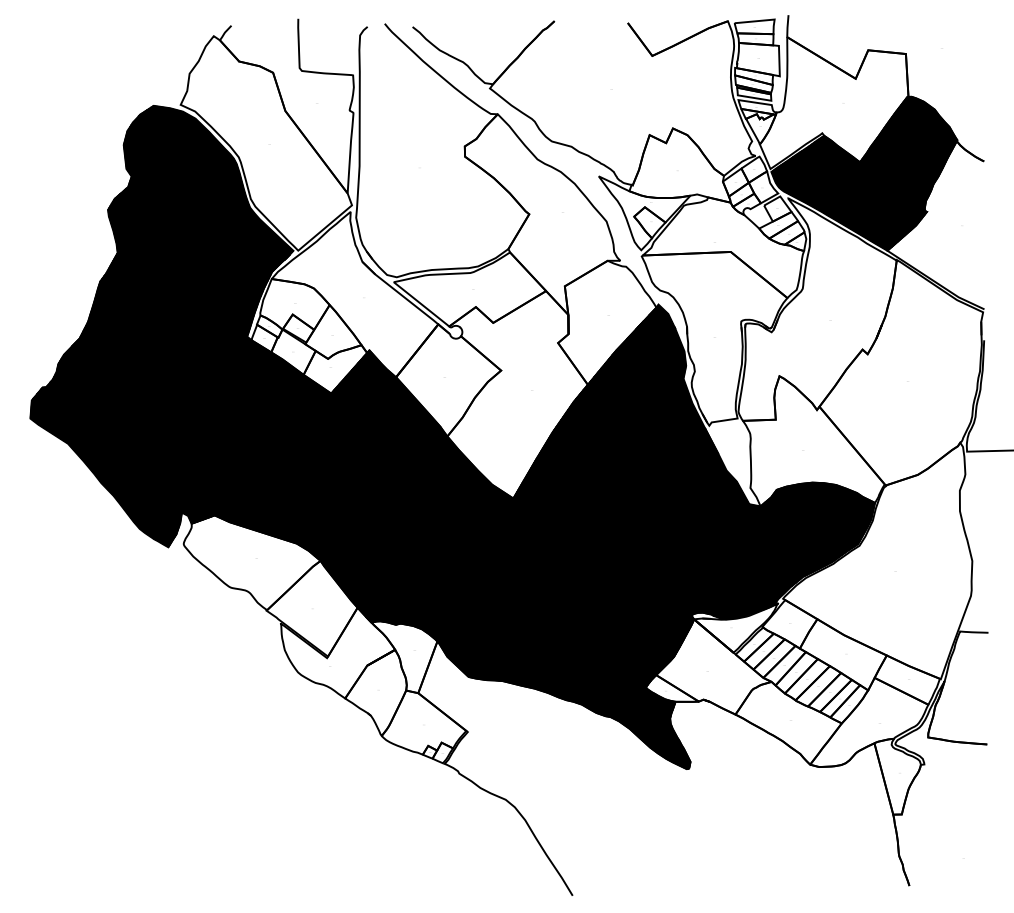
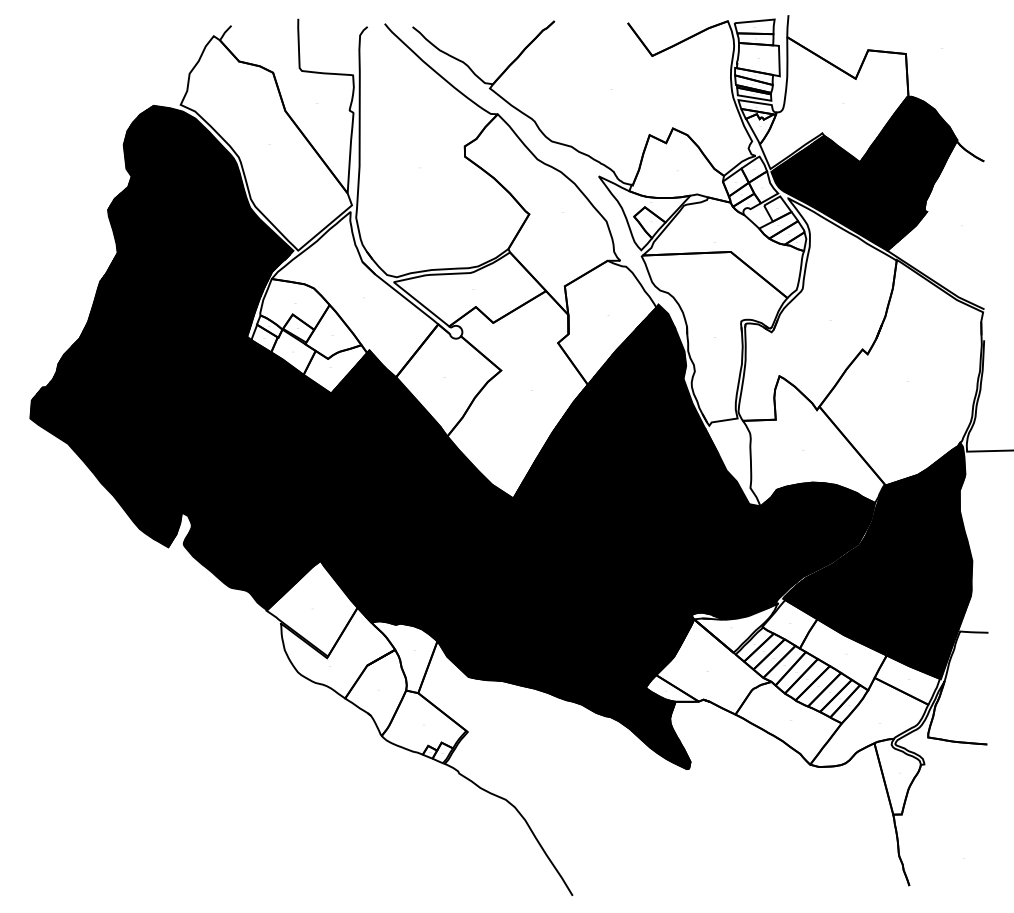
hatch at (877, 560): none -> present
hatch at (251, 562): none -> present
